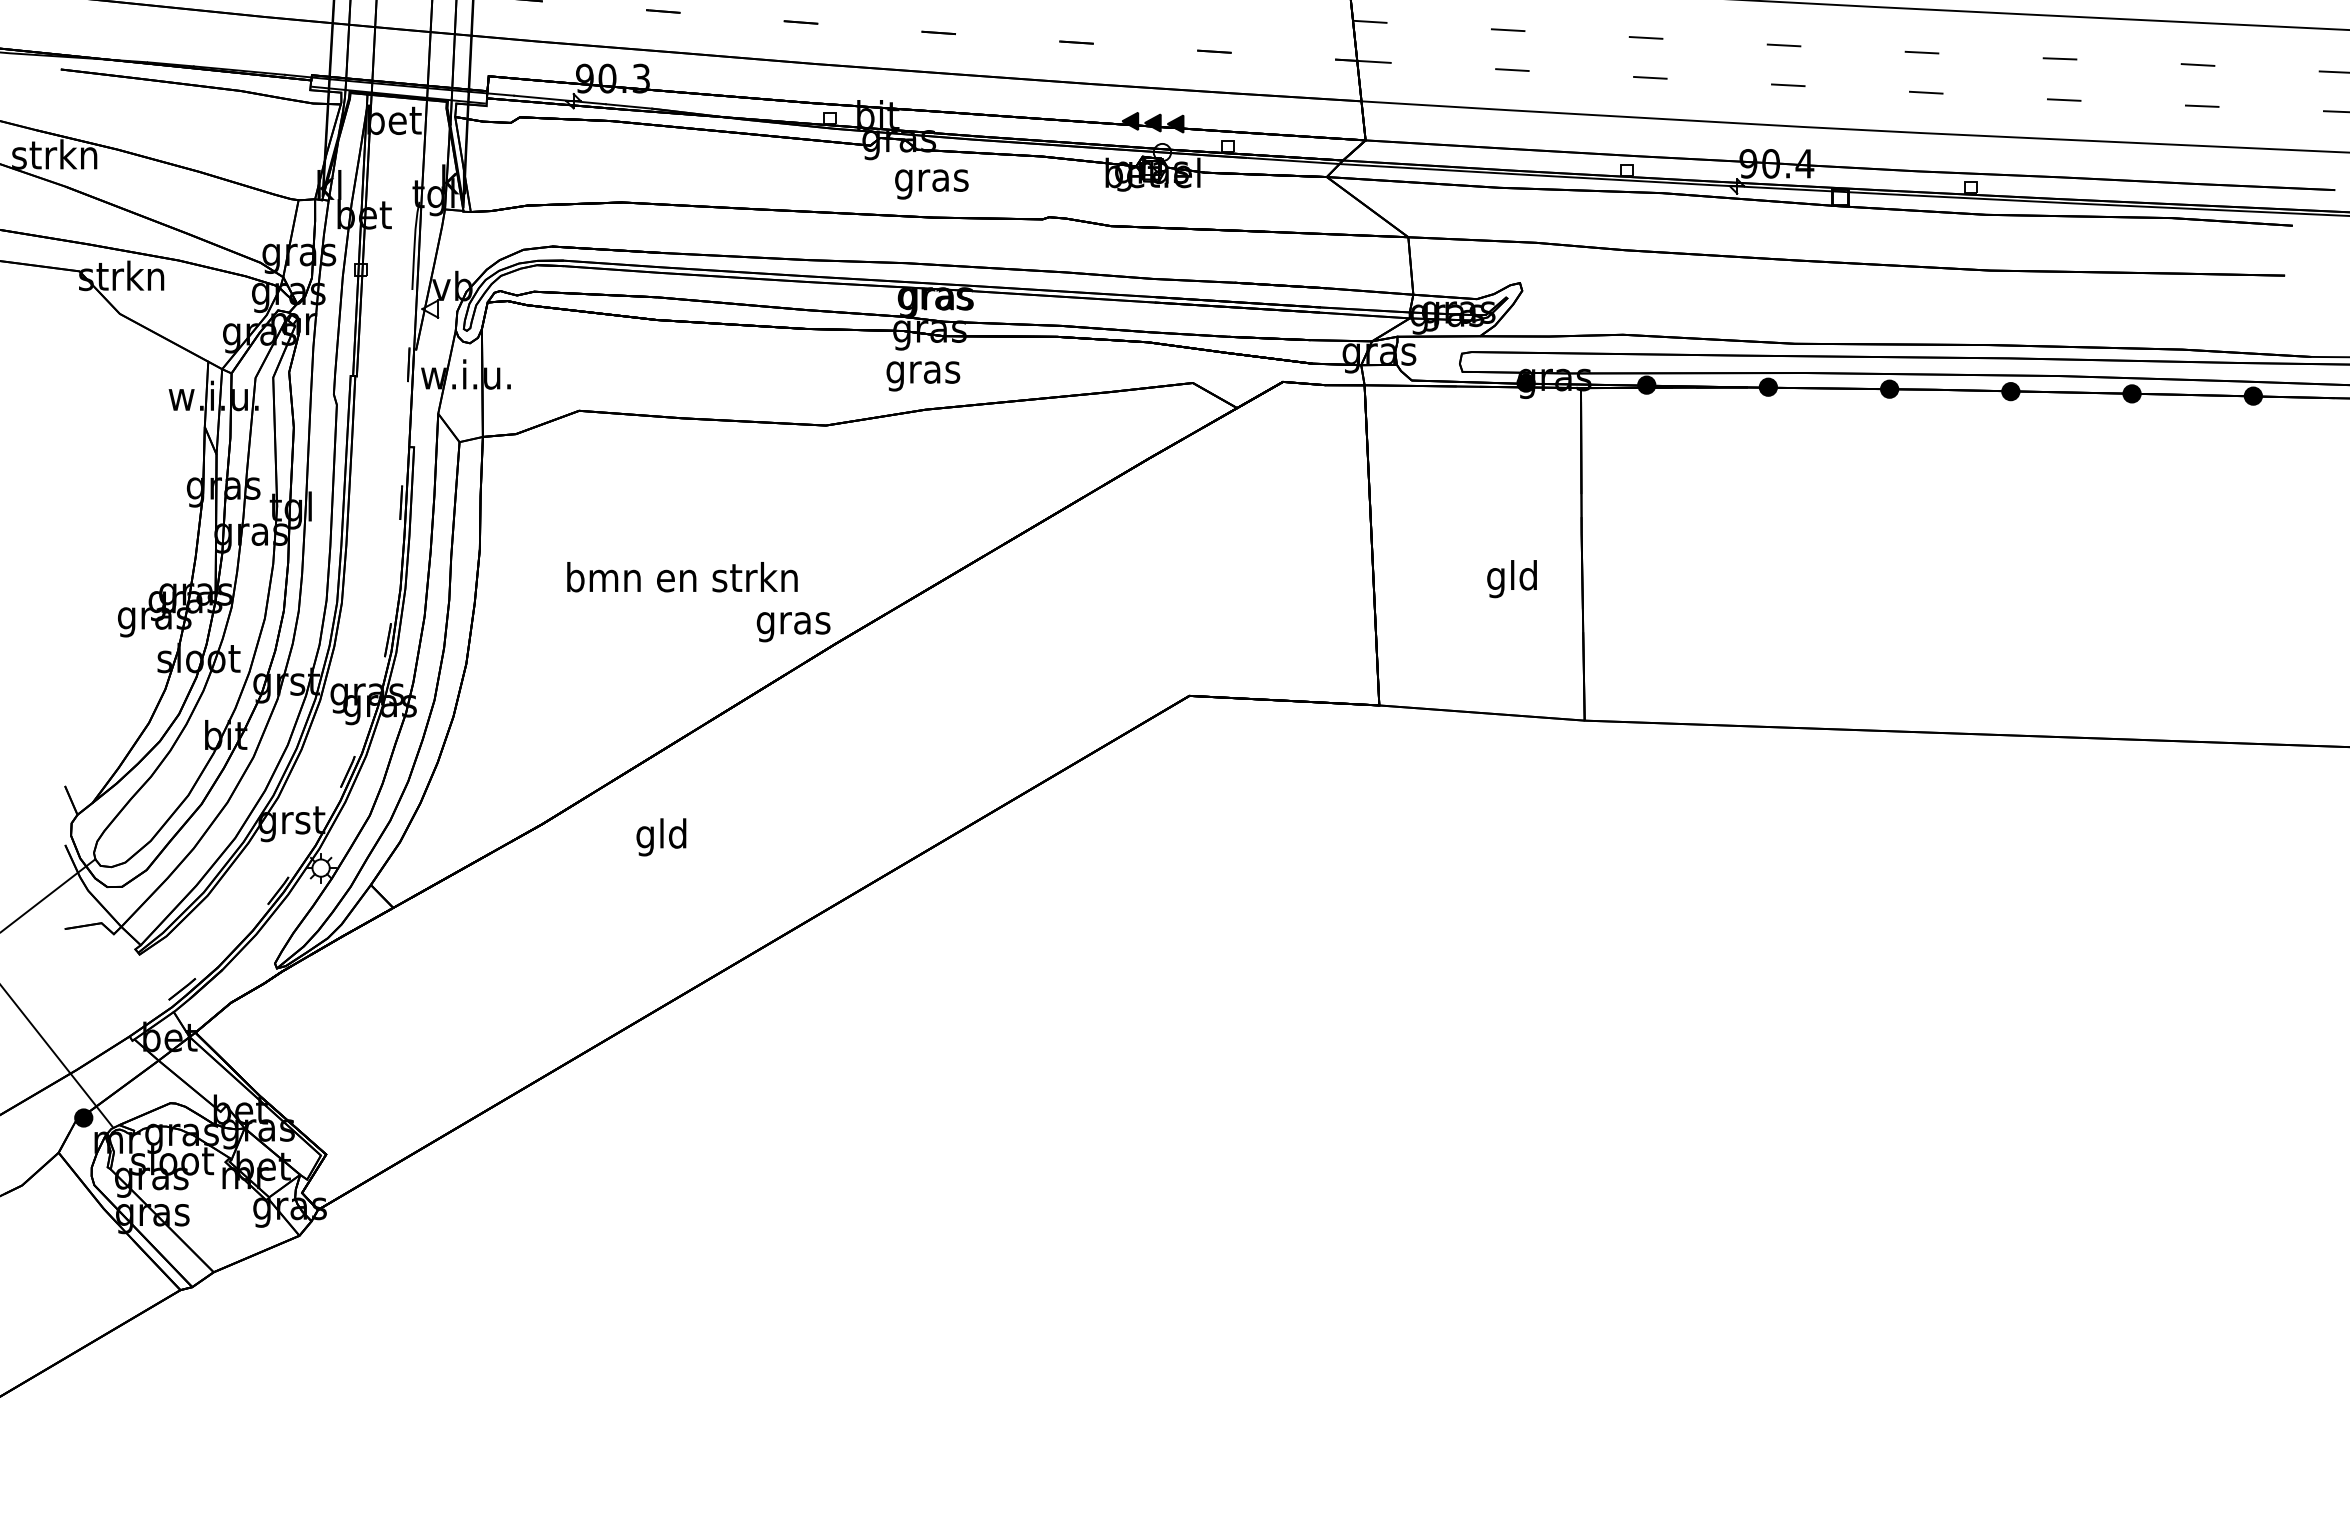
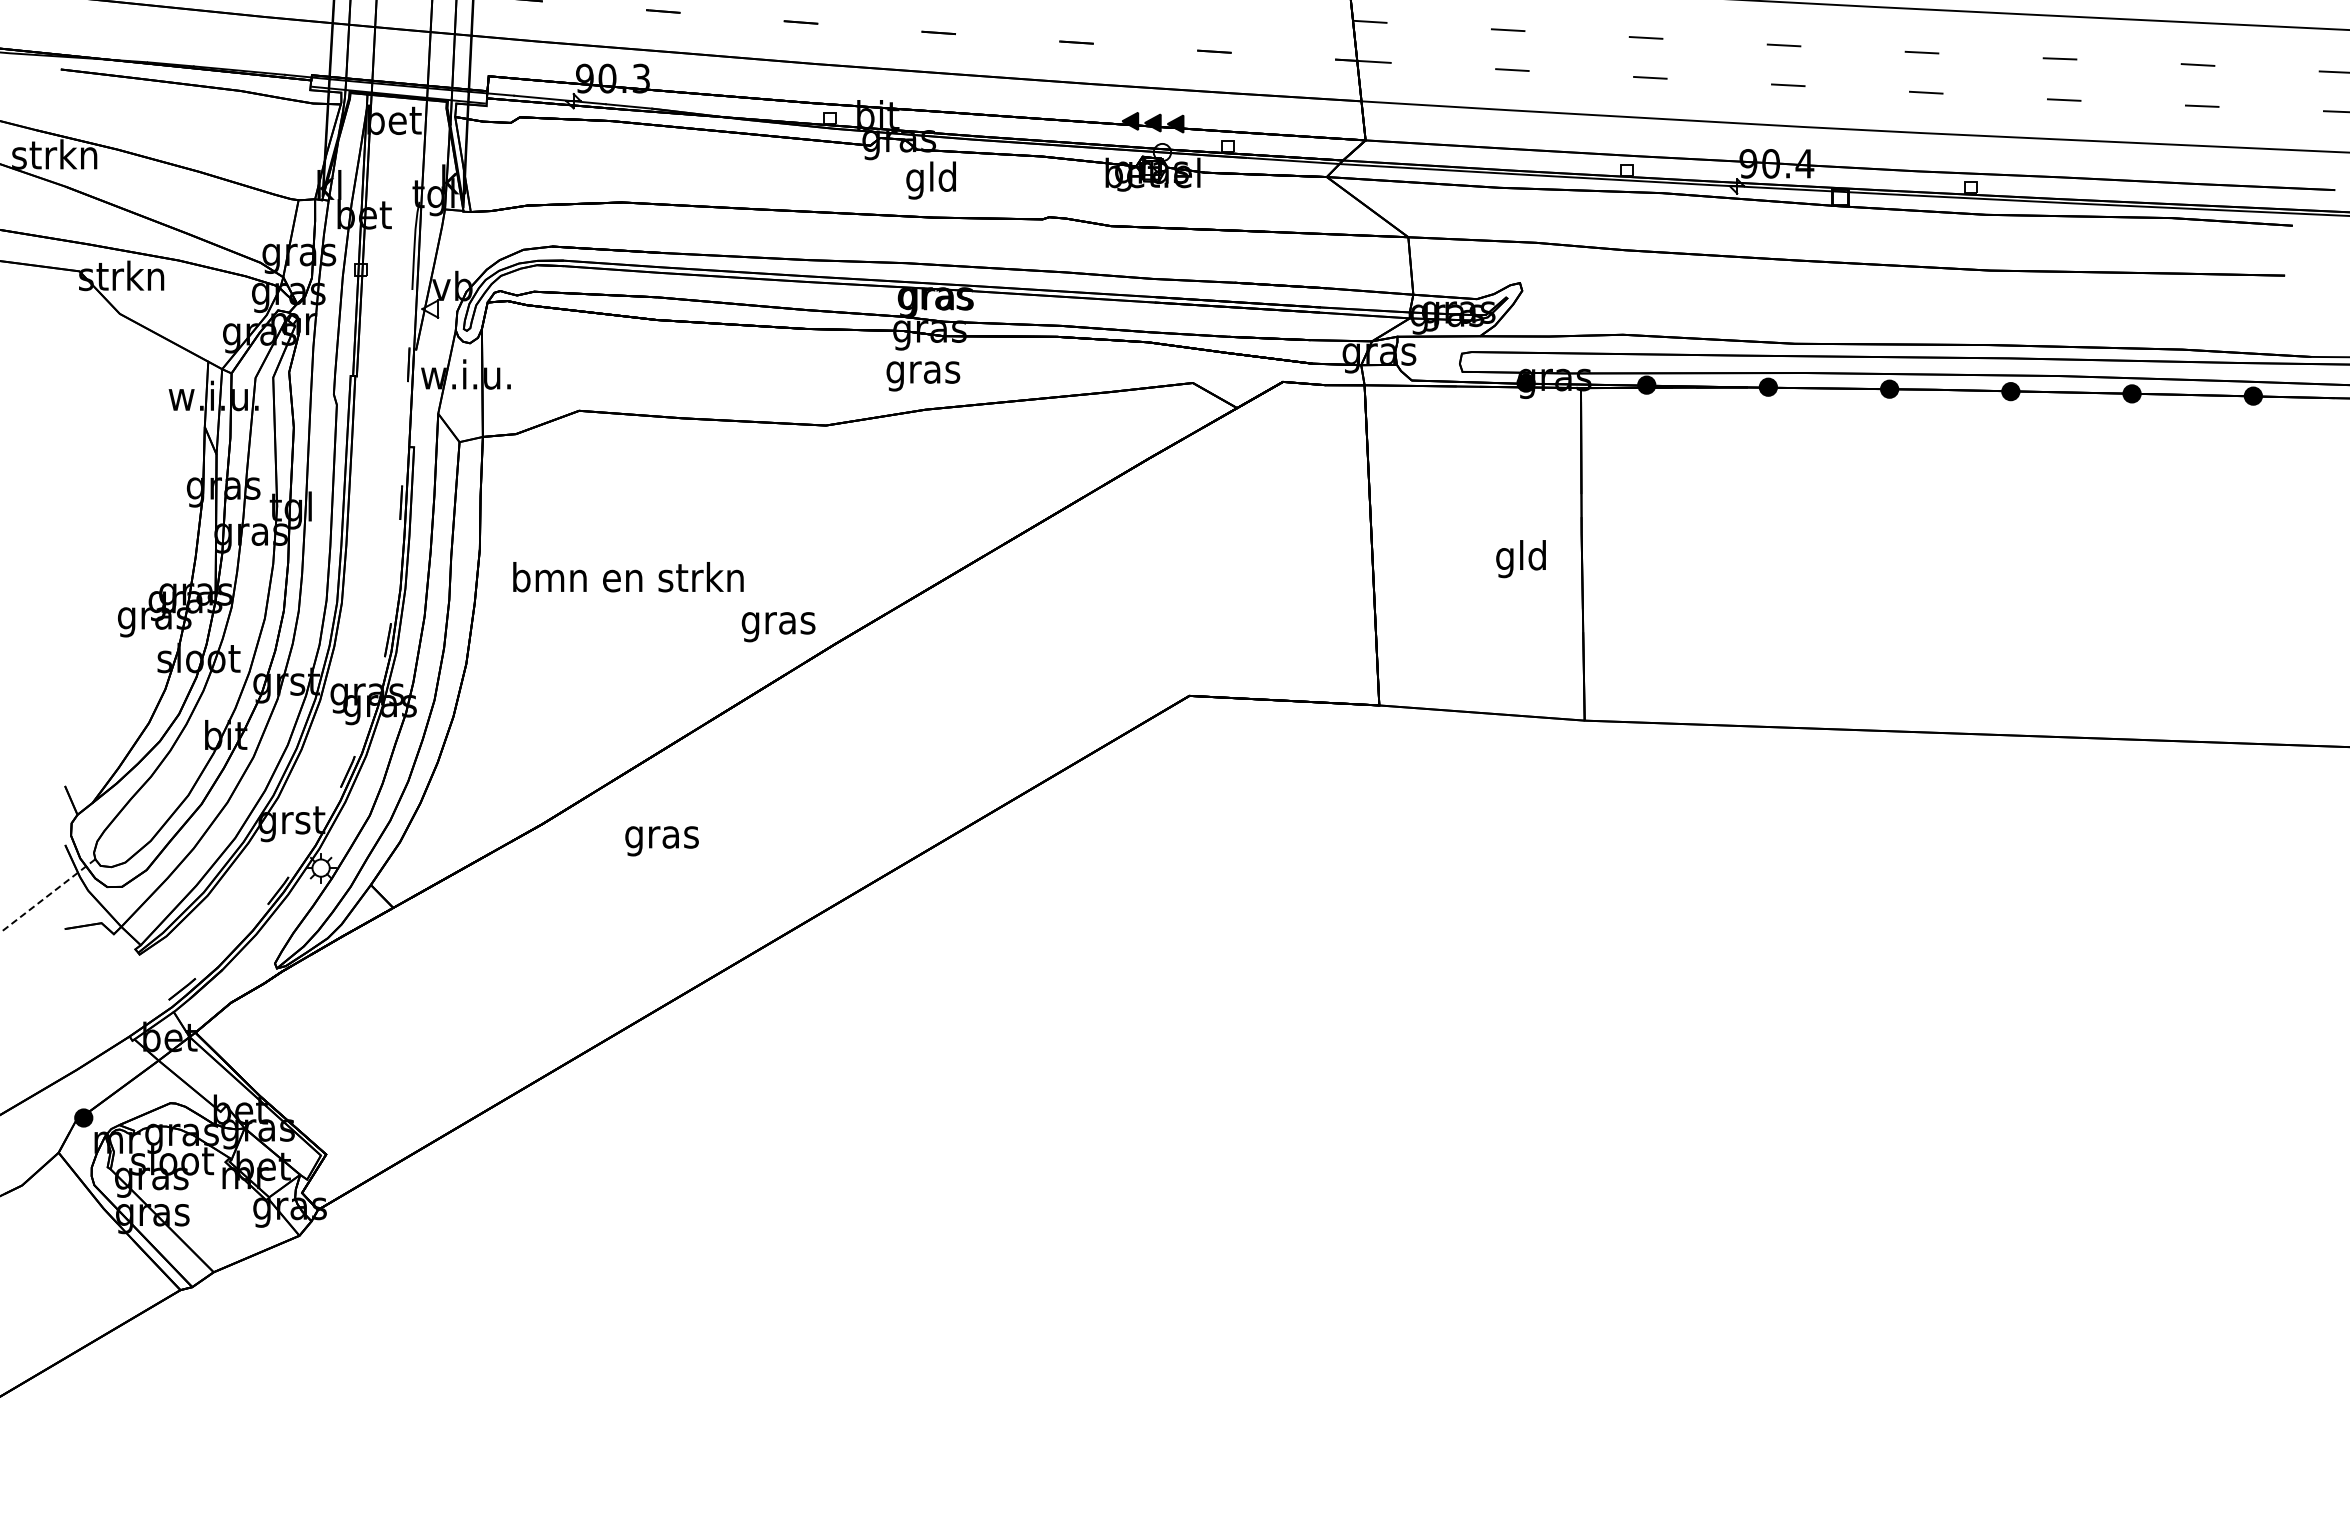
text at (931, 180): gras -> gld
text at (682, 577) position: (682, 577) -> (628, 577)
text at (1511, 579) position: (1511, 579) -> (1520, 559)
text at (793, 627) position: (793, 627) -> (778, 627)
text at (661, 837): gld -> gras
line at (47, 895): solid -> dashed
line at (57, 1057): present -> none
